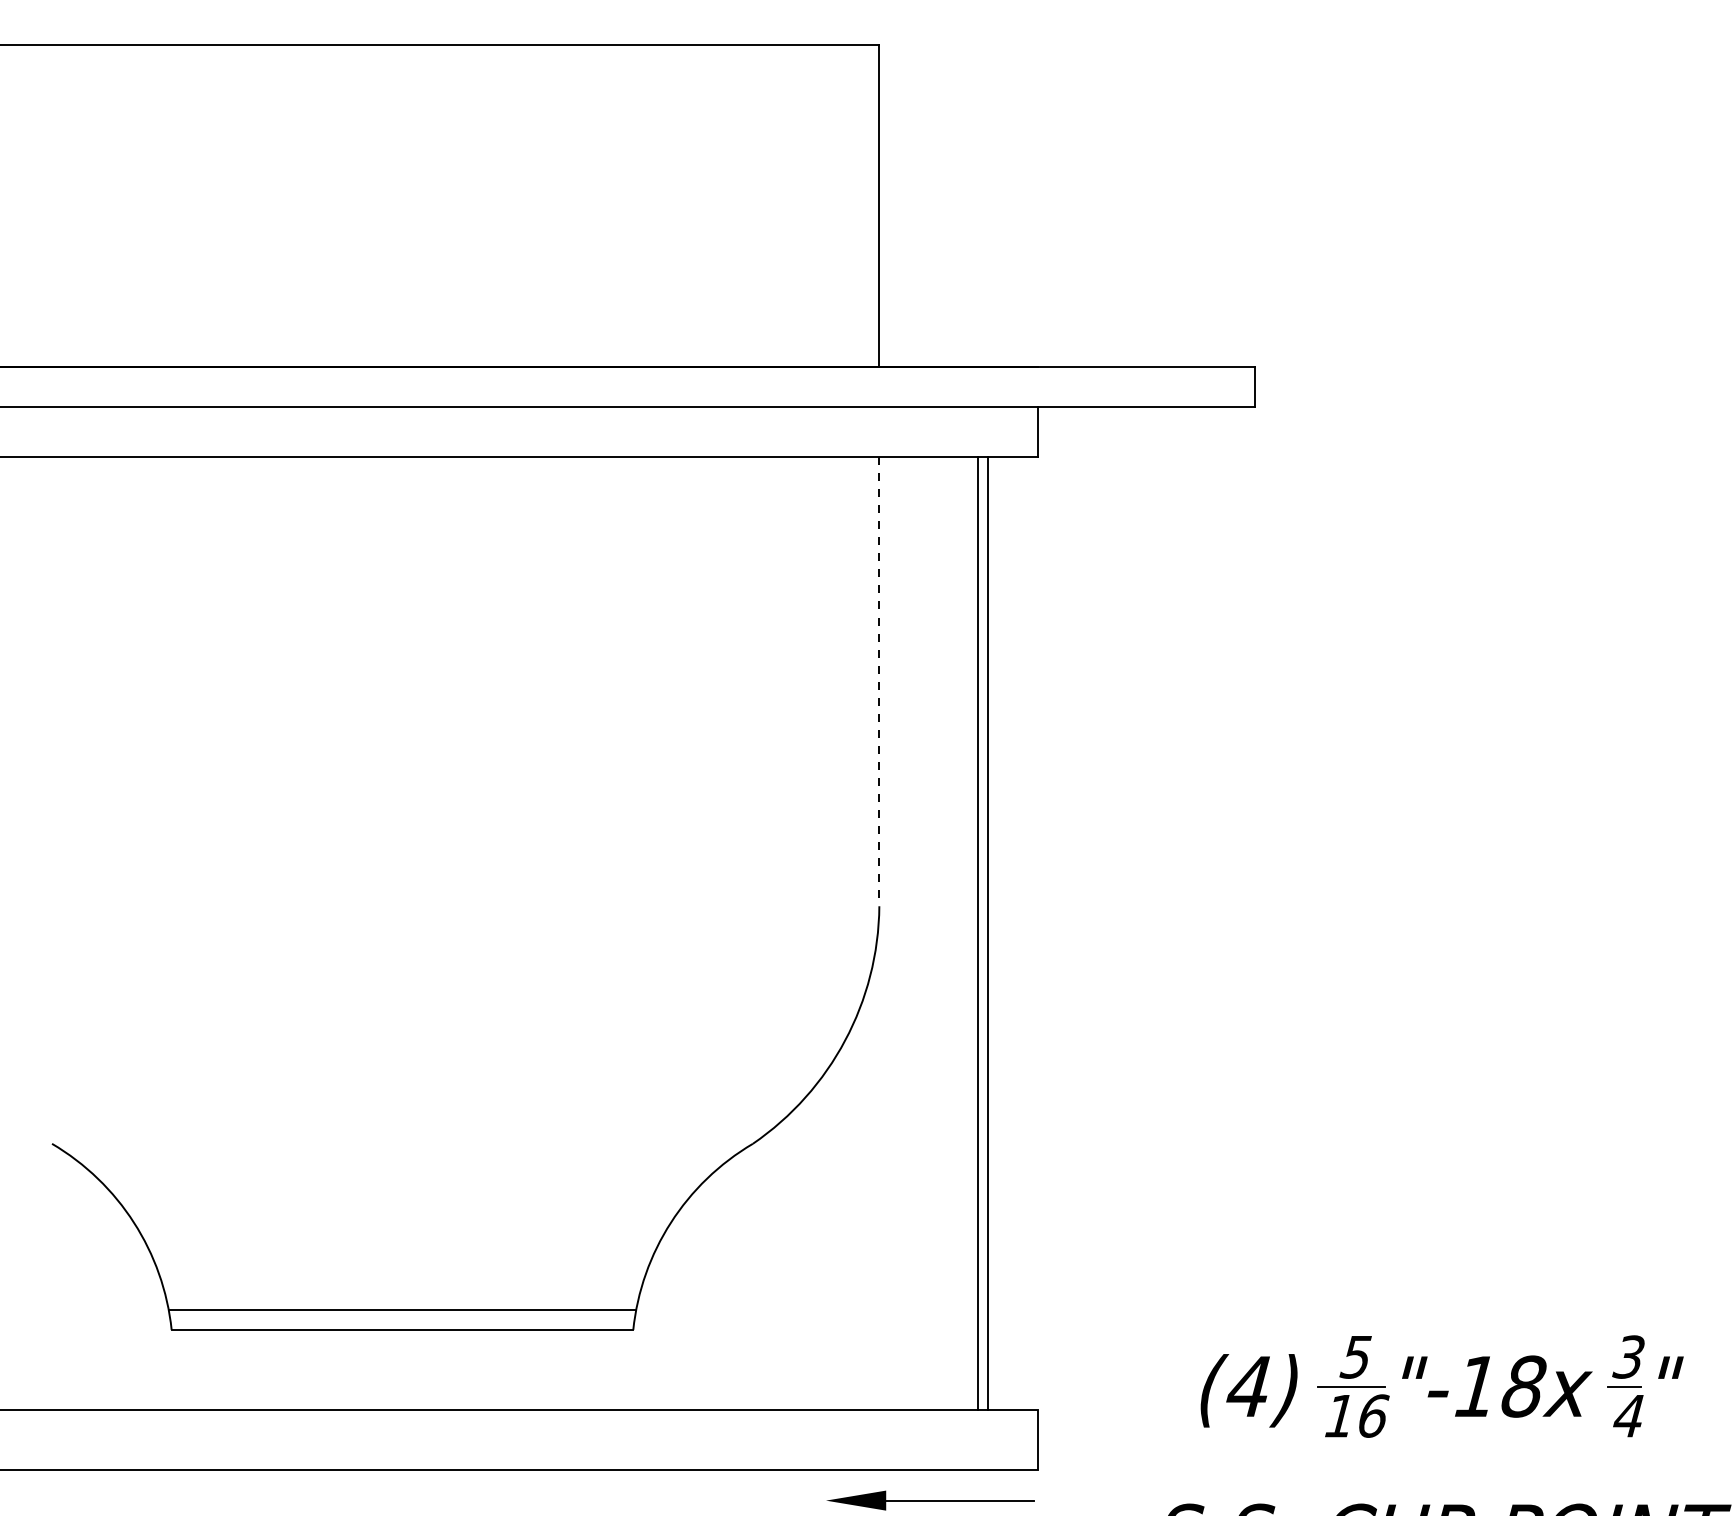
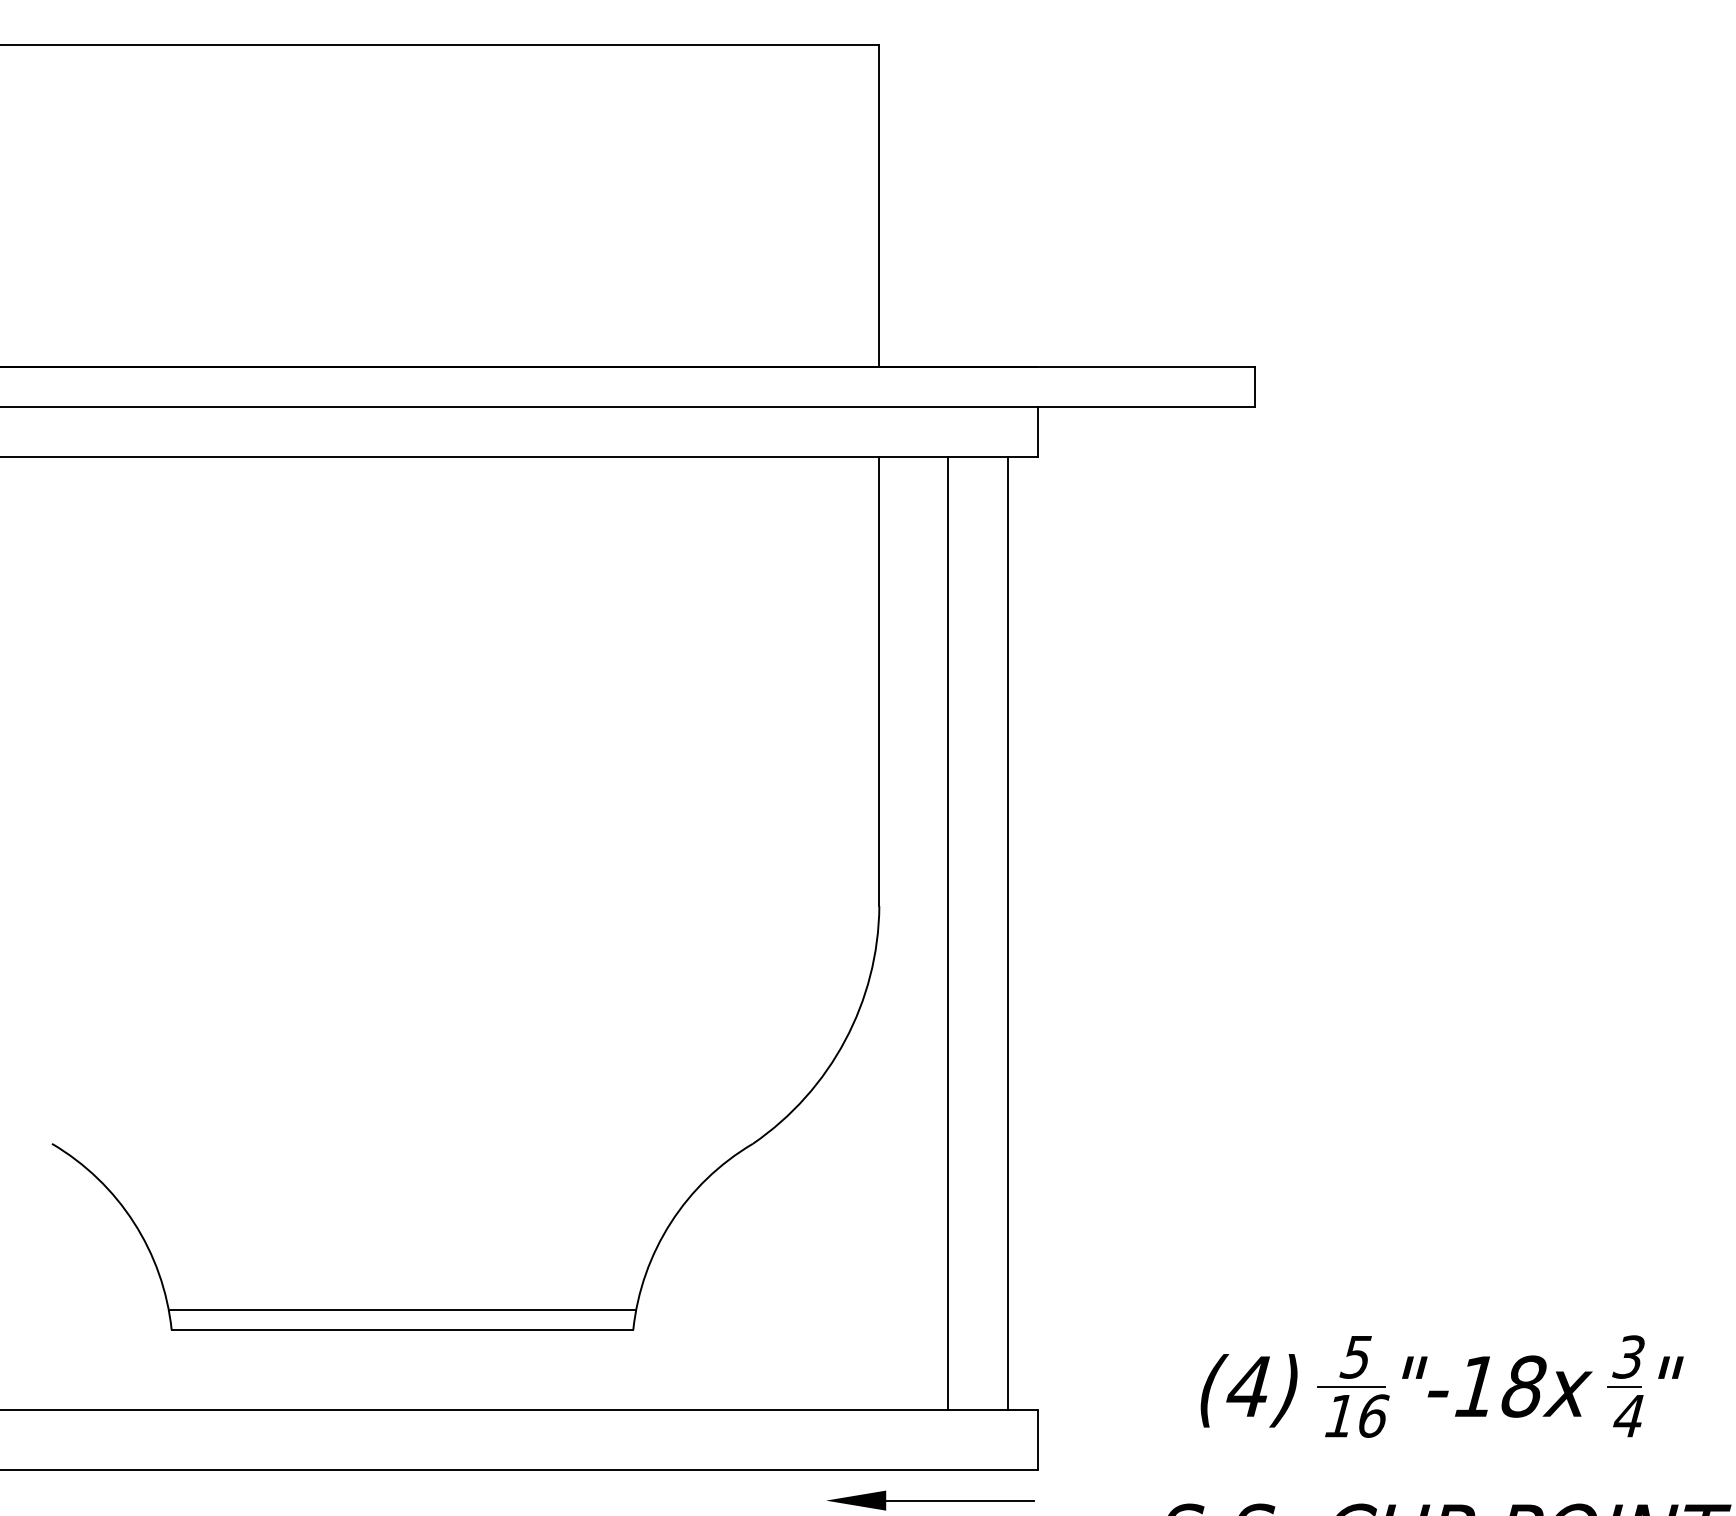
line at (879, 681): dashed -> solid
line at (978, 933) position: (978, 933) -> (1008, 933)
line at (987, 933) position: (987, 933) -> (947, 933)
